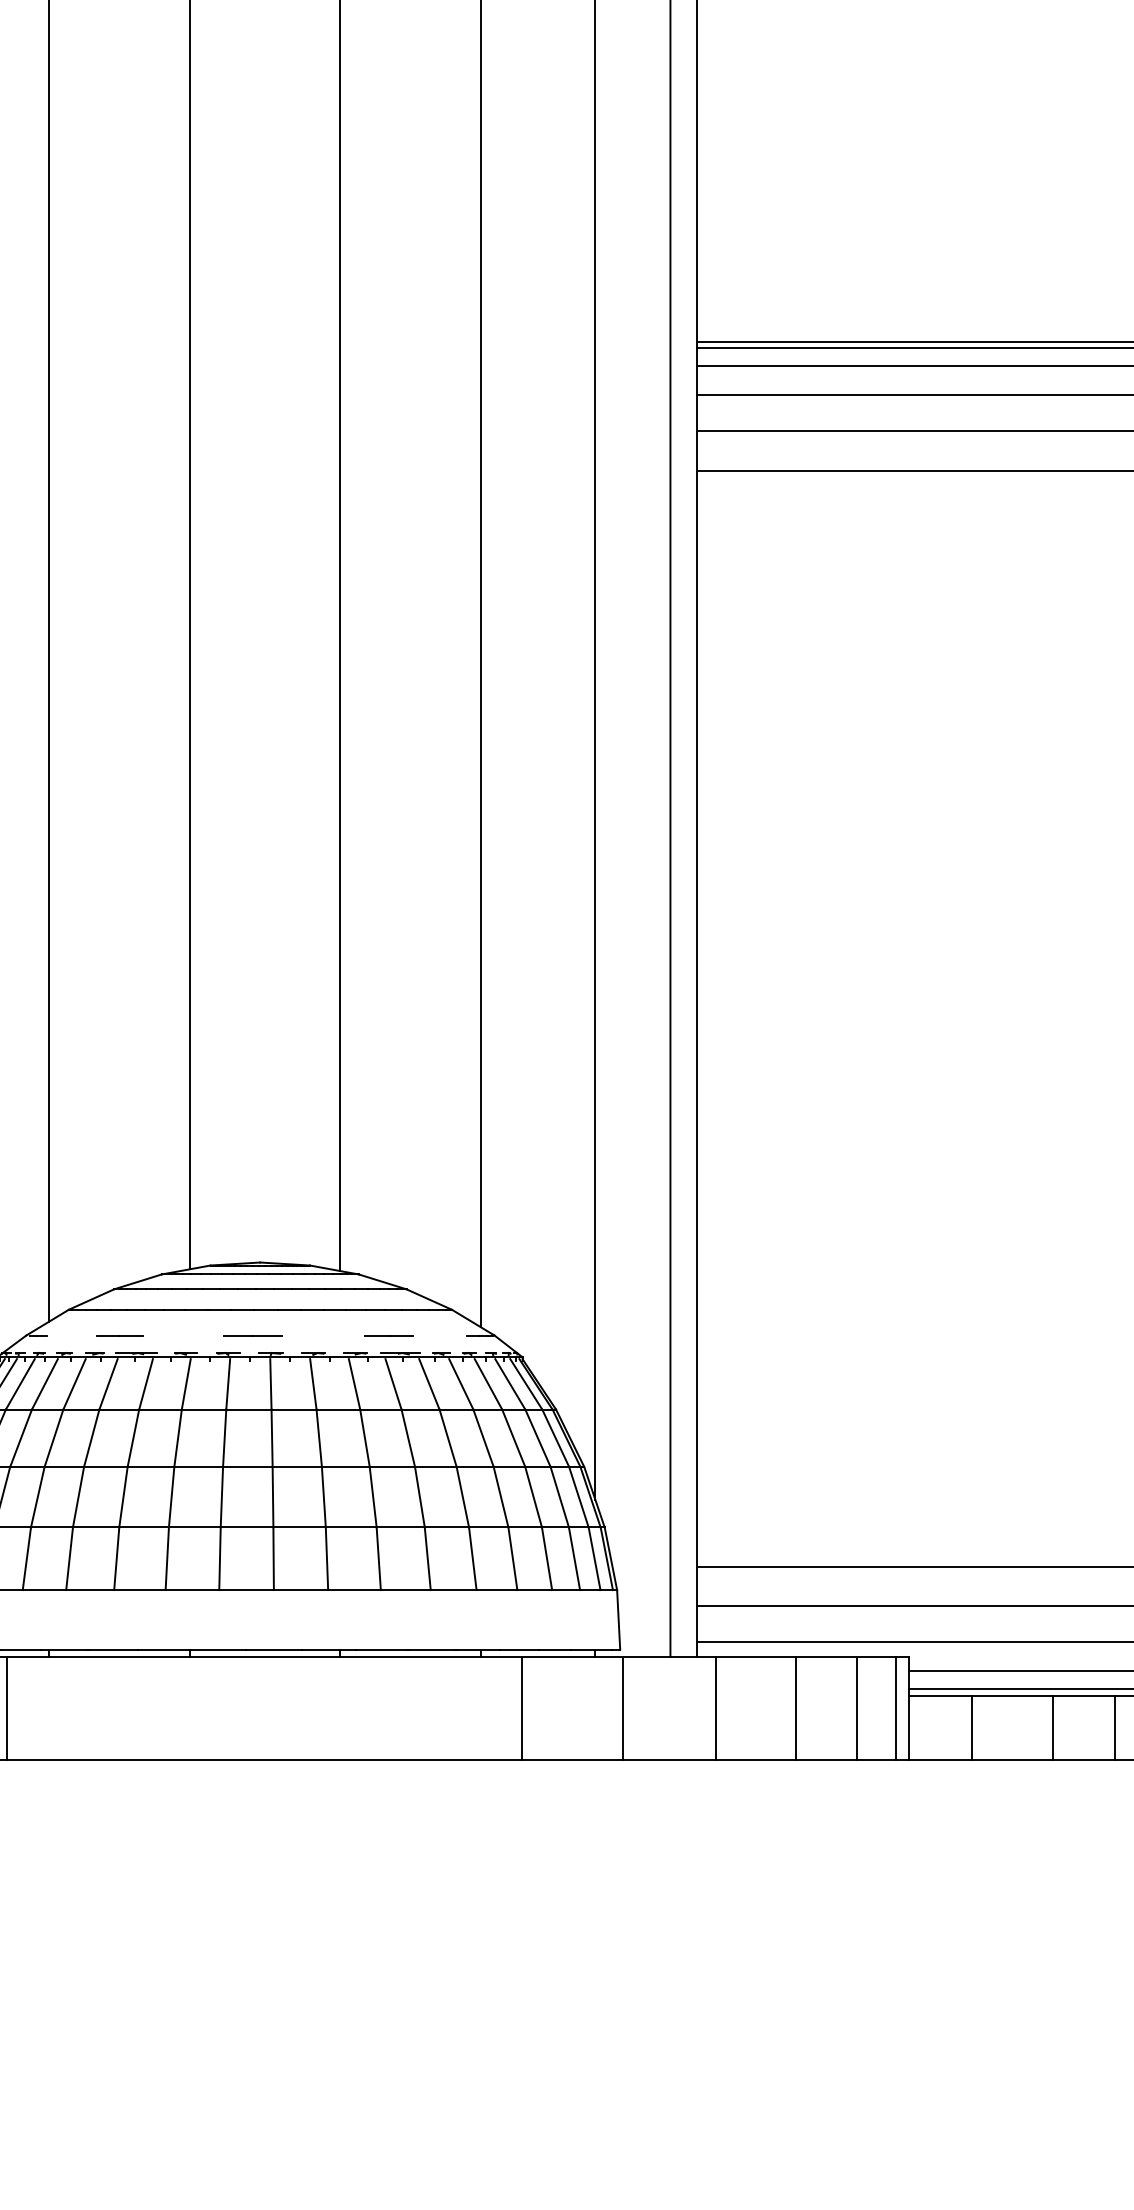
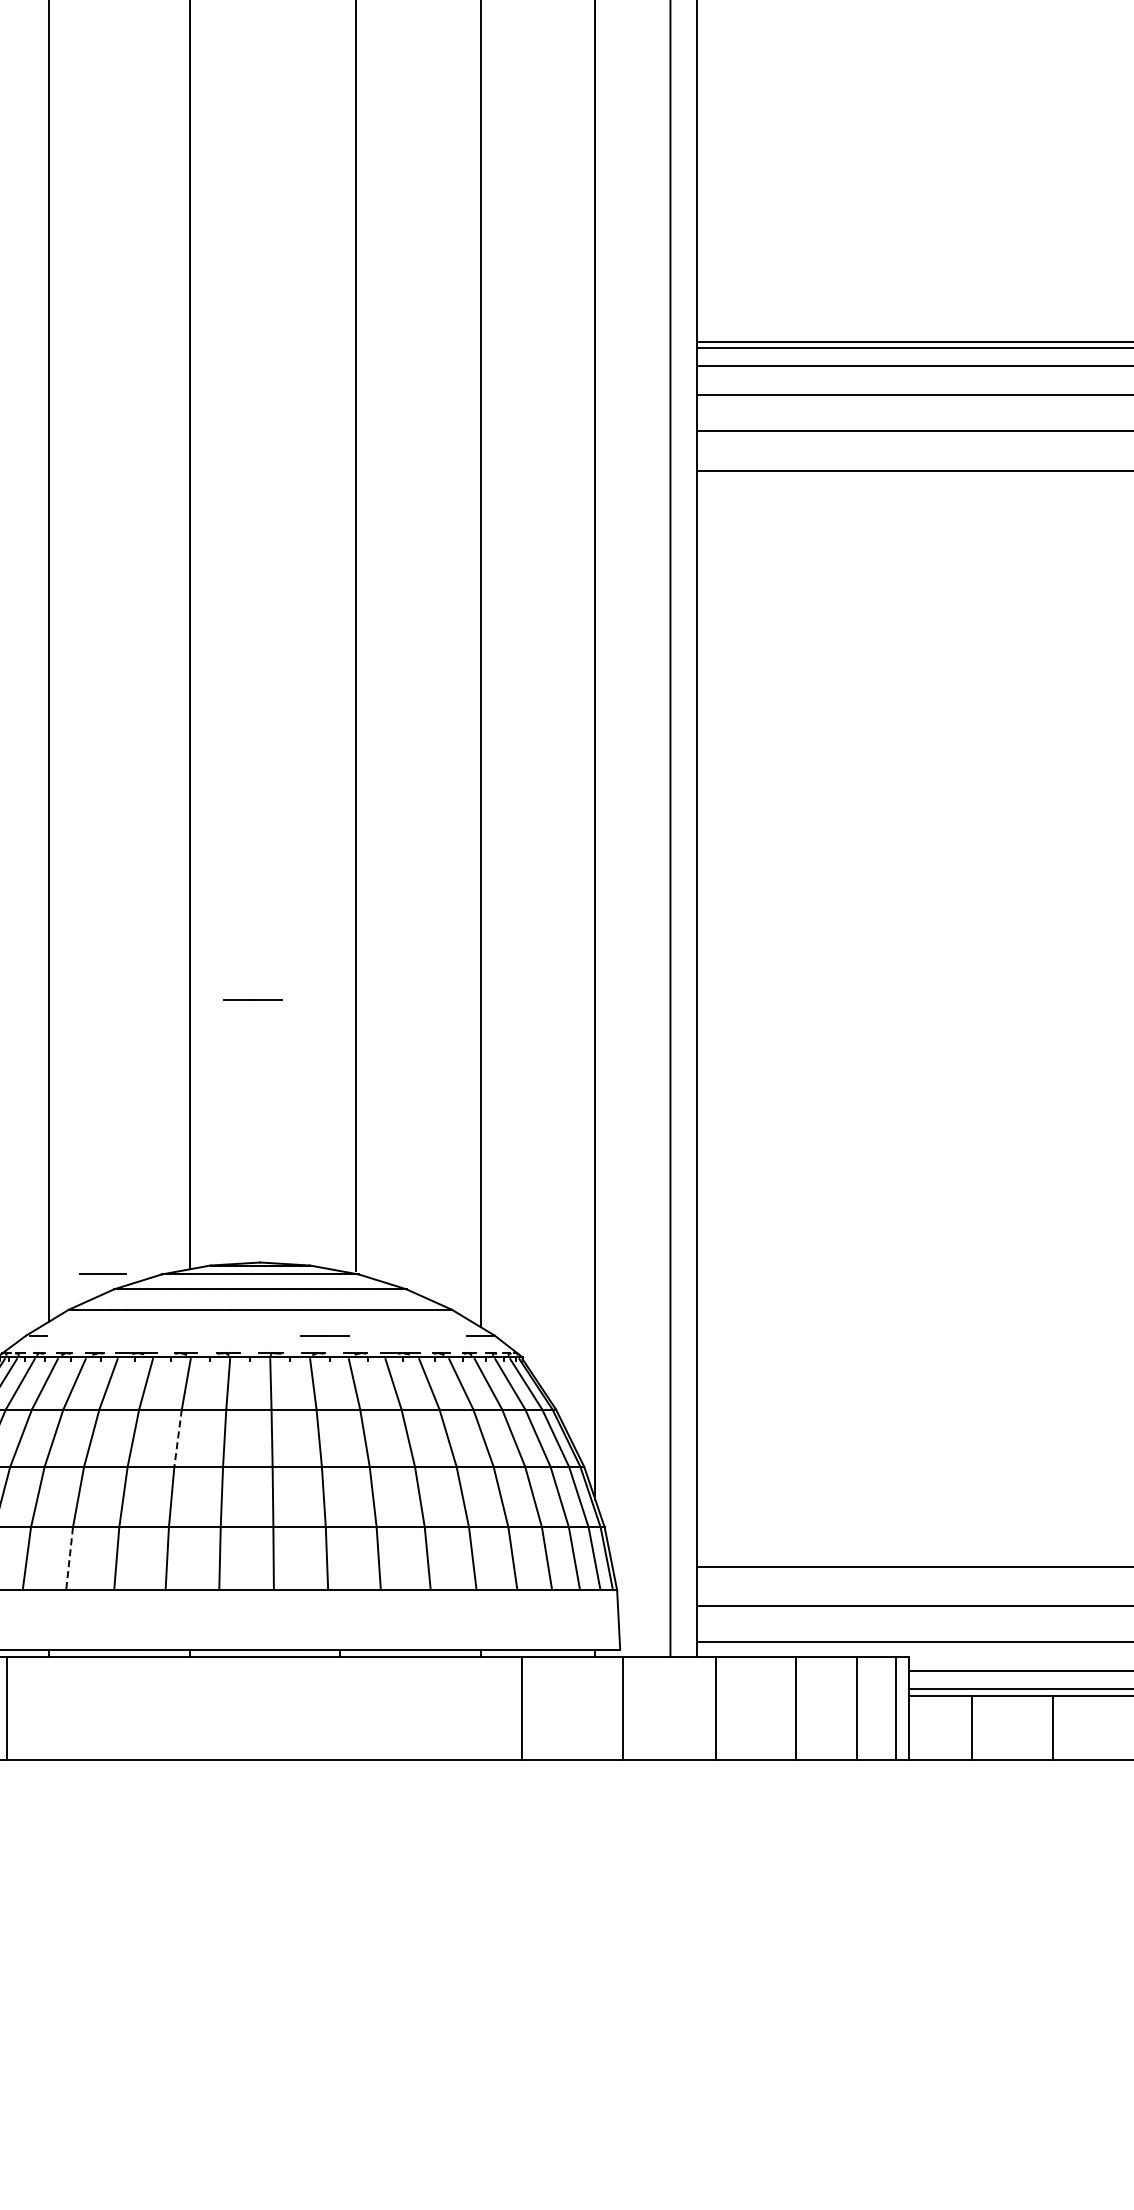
line at (339, 636) position: (339, 636) -> (355, 636)
line at (119, 1335) position: (119, 1335) -> (102, 1273)
line at (252, 1335) position: (252, 1335) -> (252, 999)
line at (388, 1335) position: (388, 1335) -> (324, 1335)
line at (178, 1438): solid -> dashed
line at (69, 1558): solid -> dashed
line at (1114, 1727): present -> none
